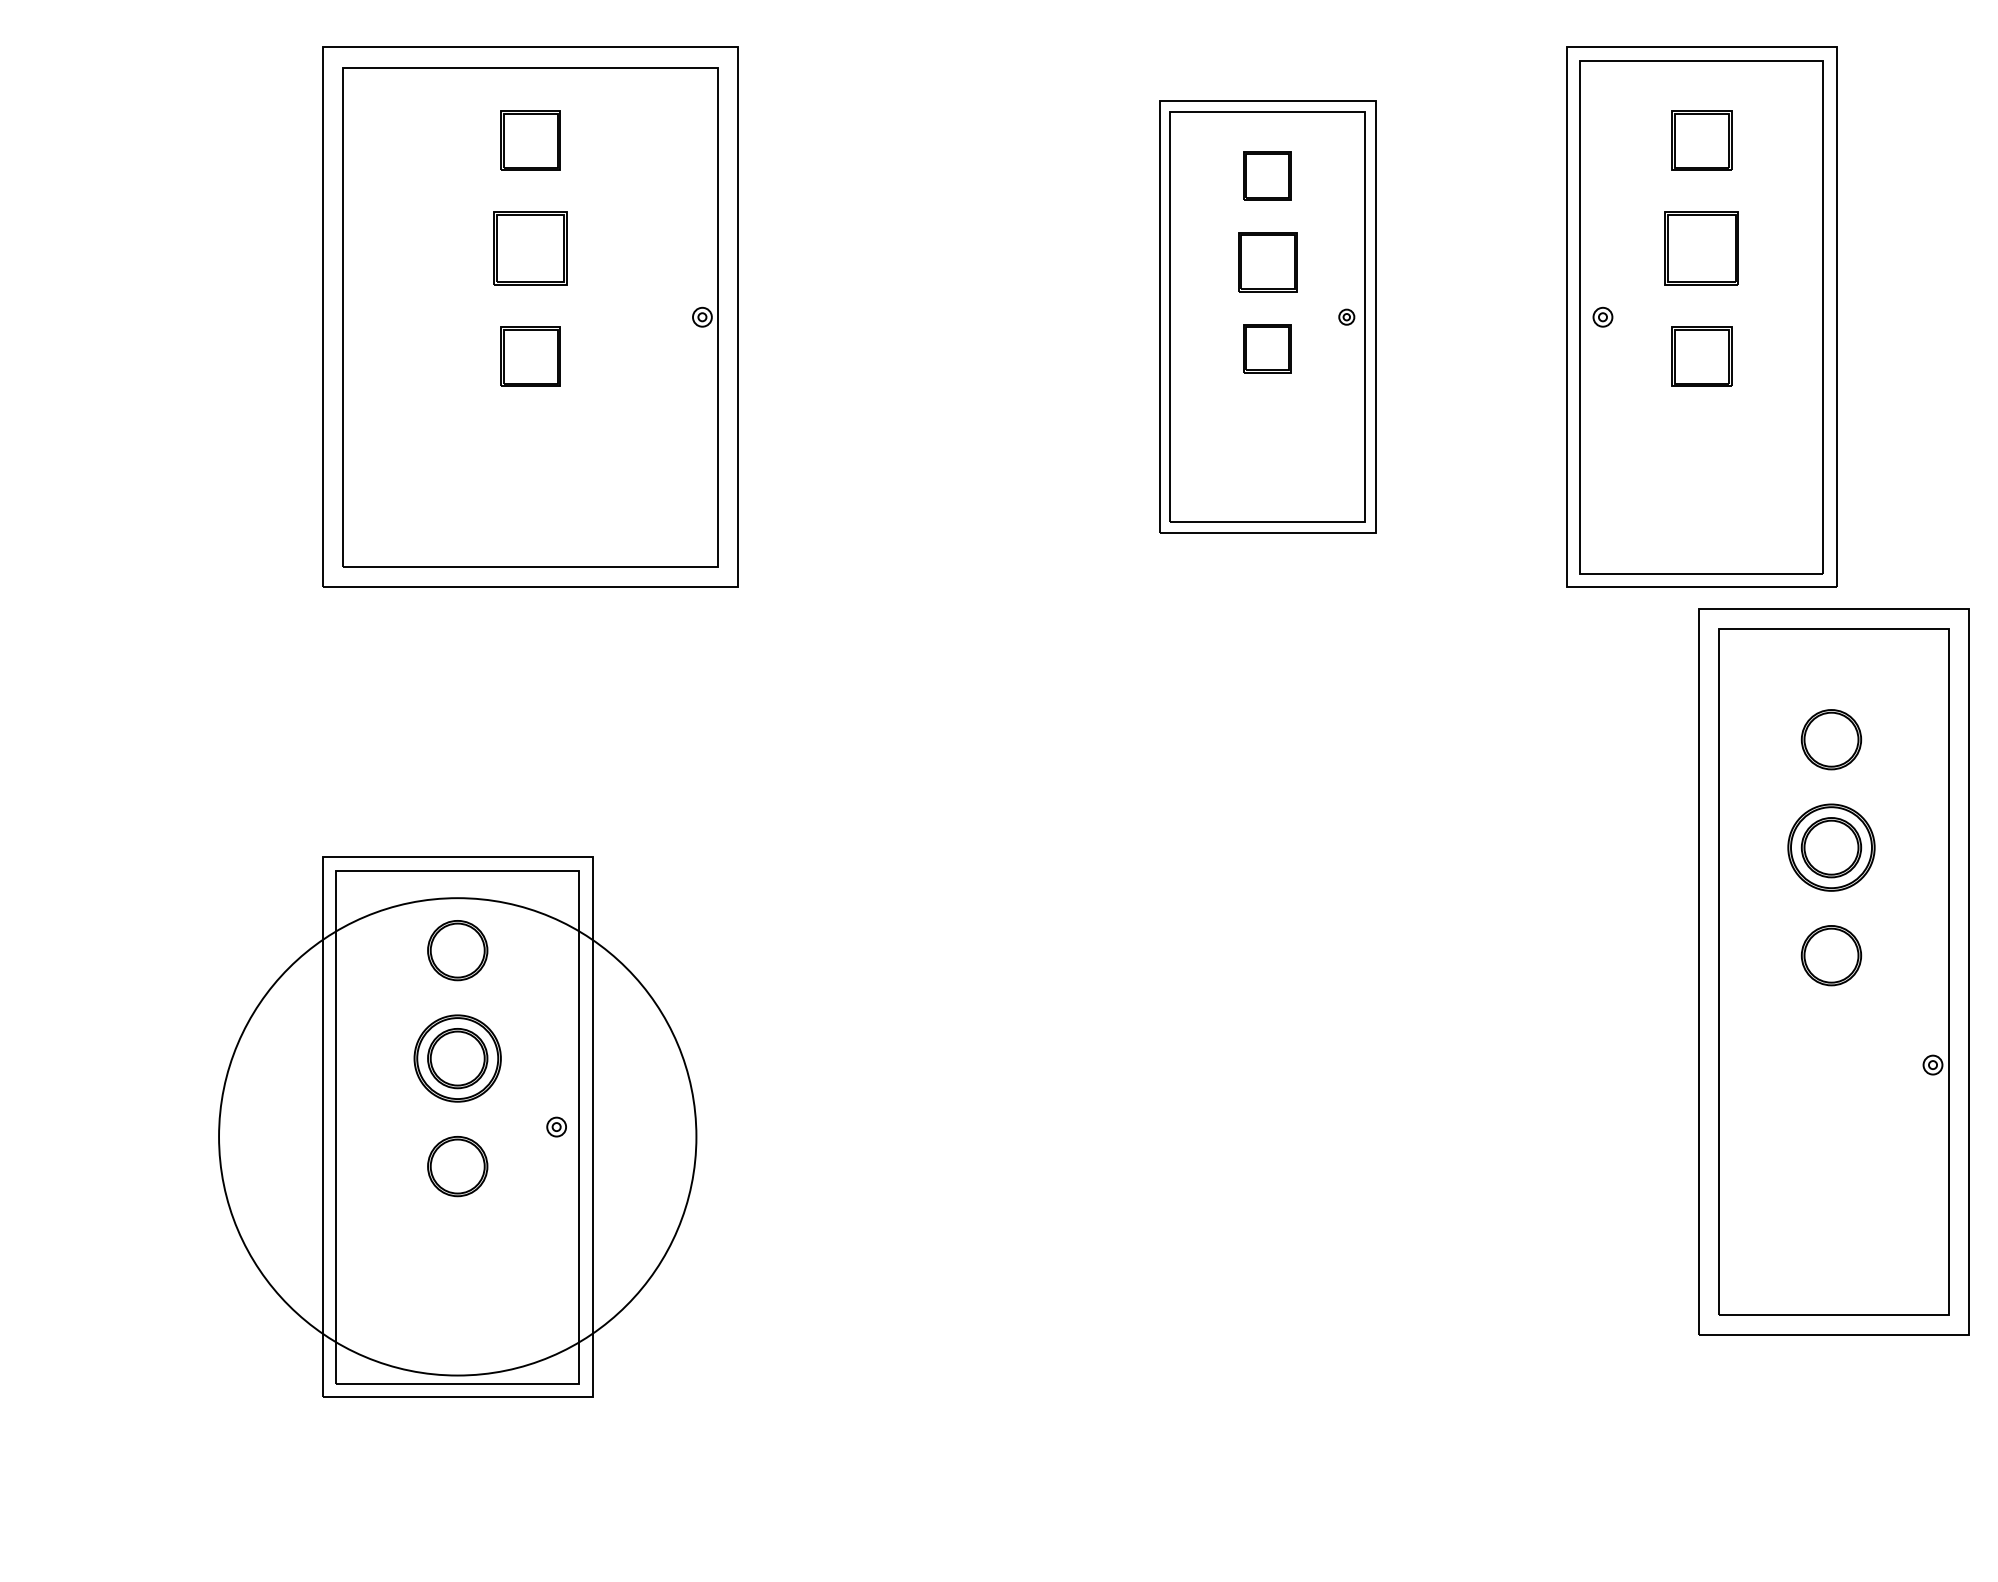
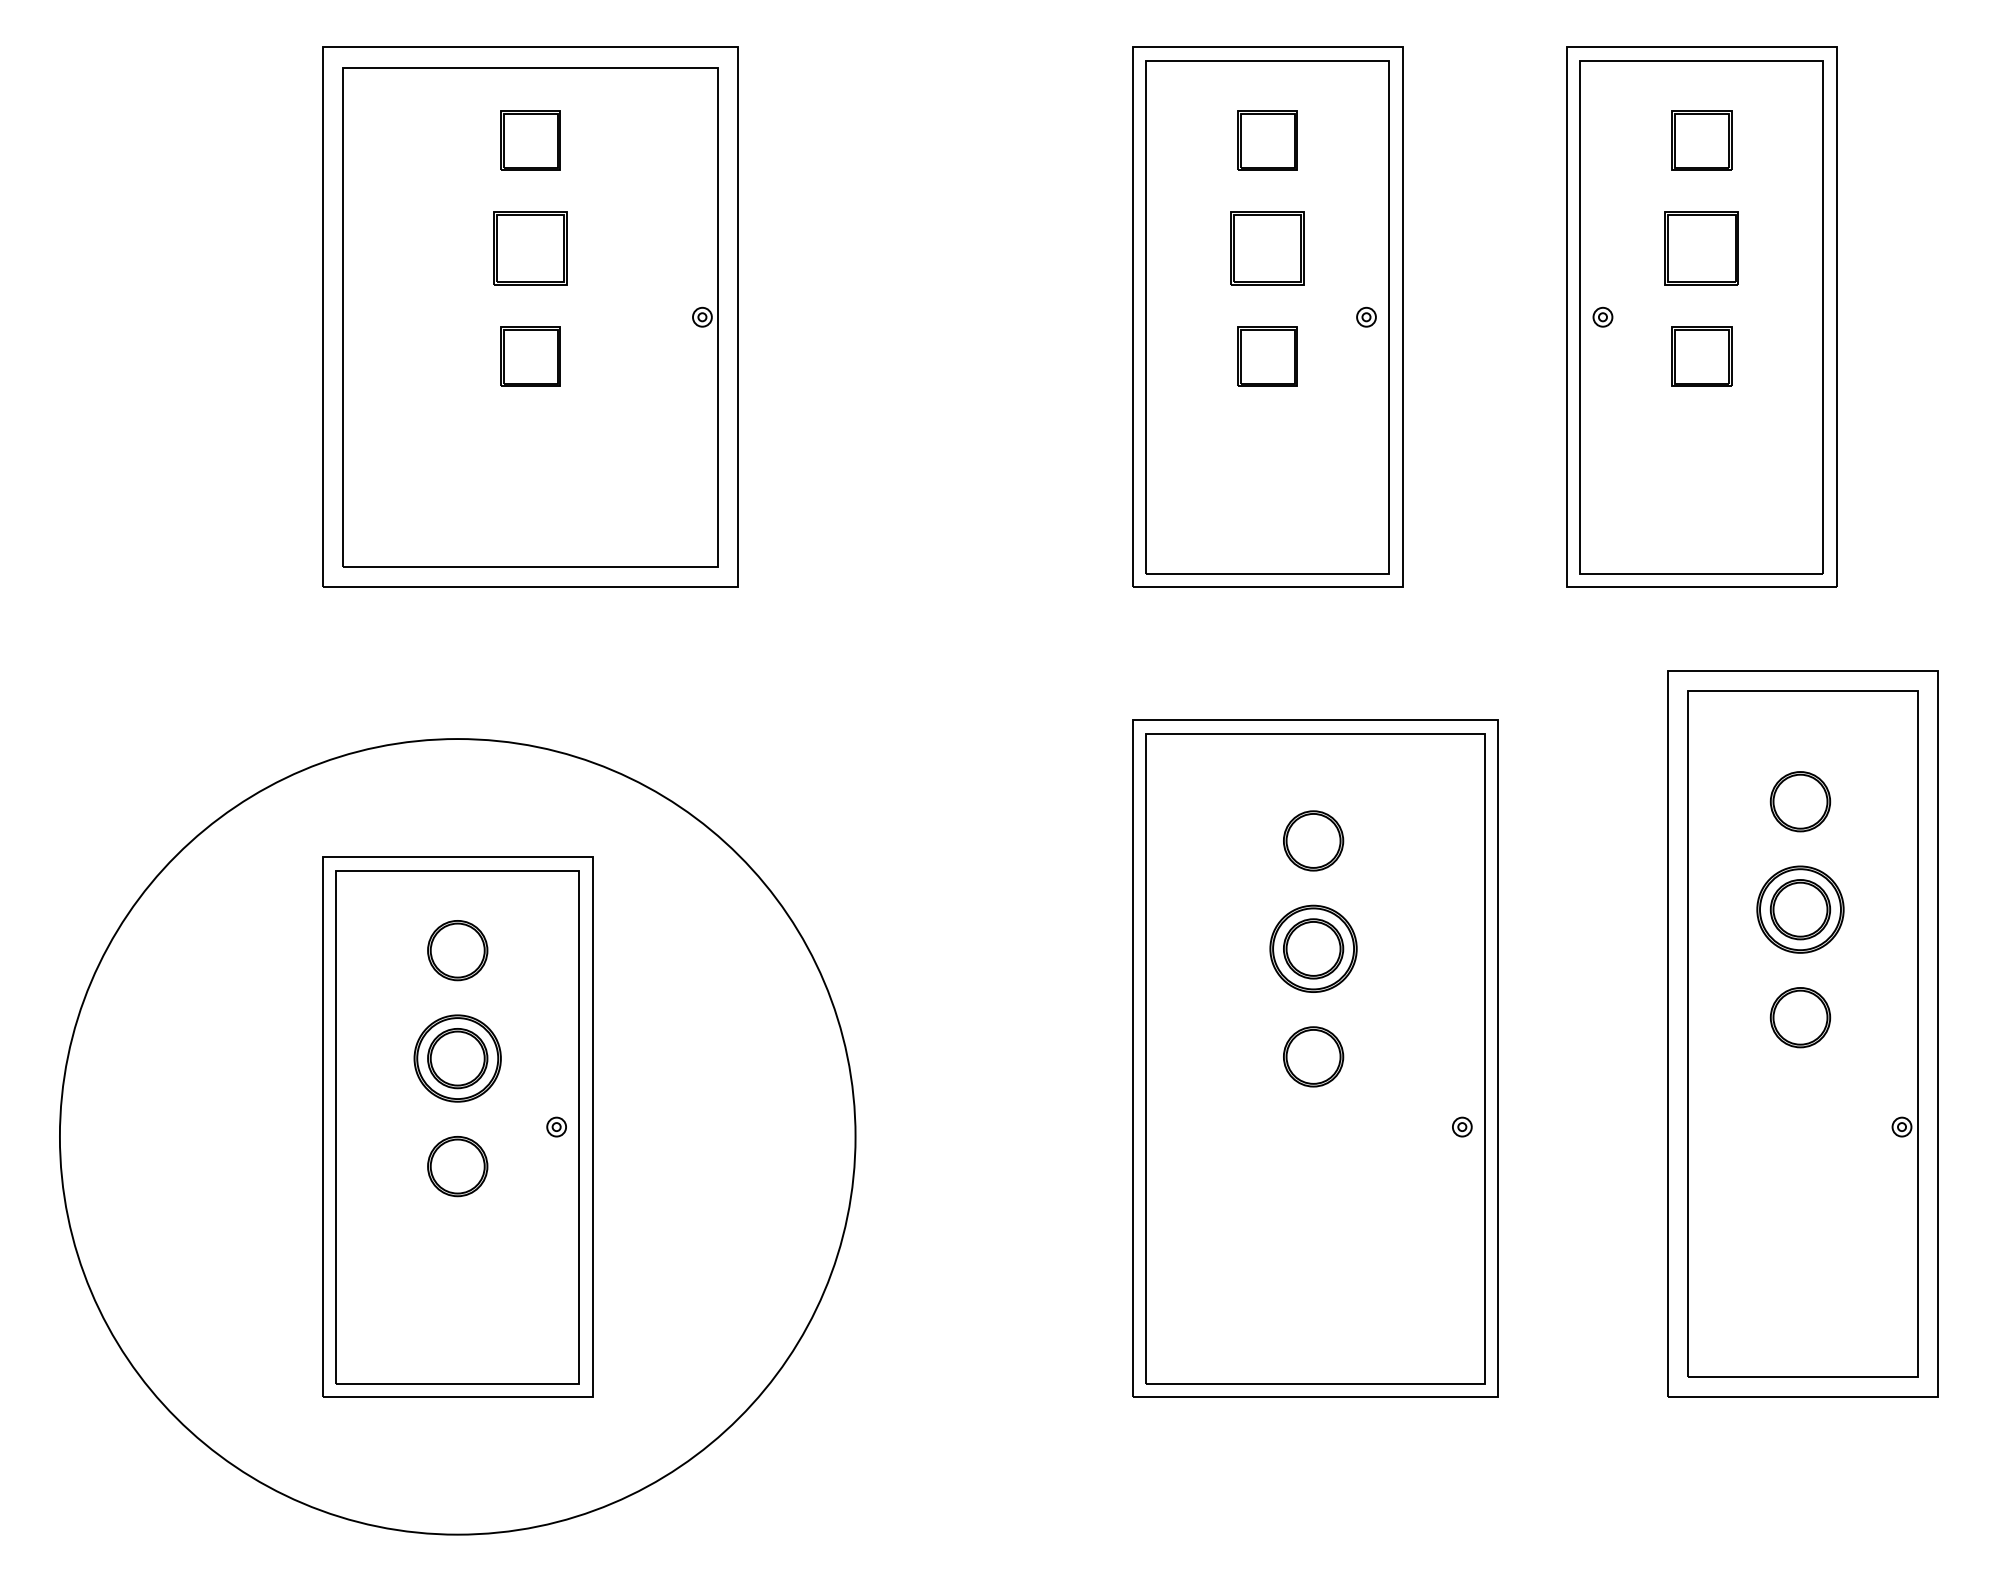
part at (1267, 316) size: 218x434 px -> 272x542 px
part at (1833, 971) position: (1833, 971) -> (1802, 1033)
part at (1315, 1058): none -> present
circle at (457, 1136) diameter: 477 px -> 796 px
